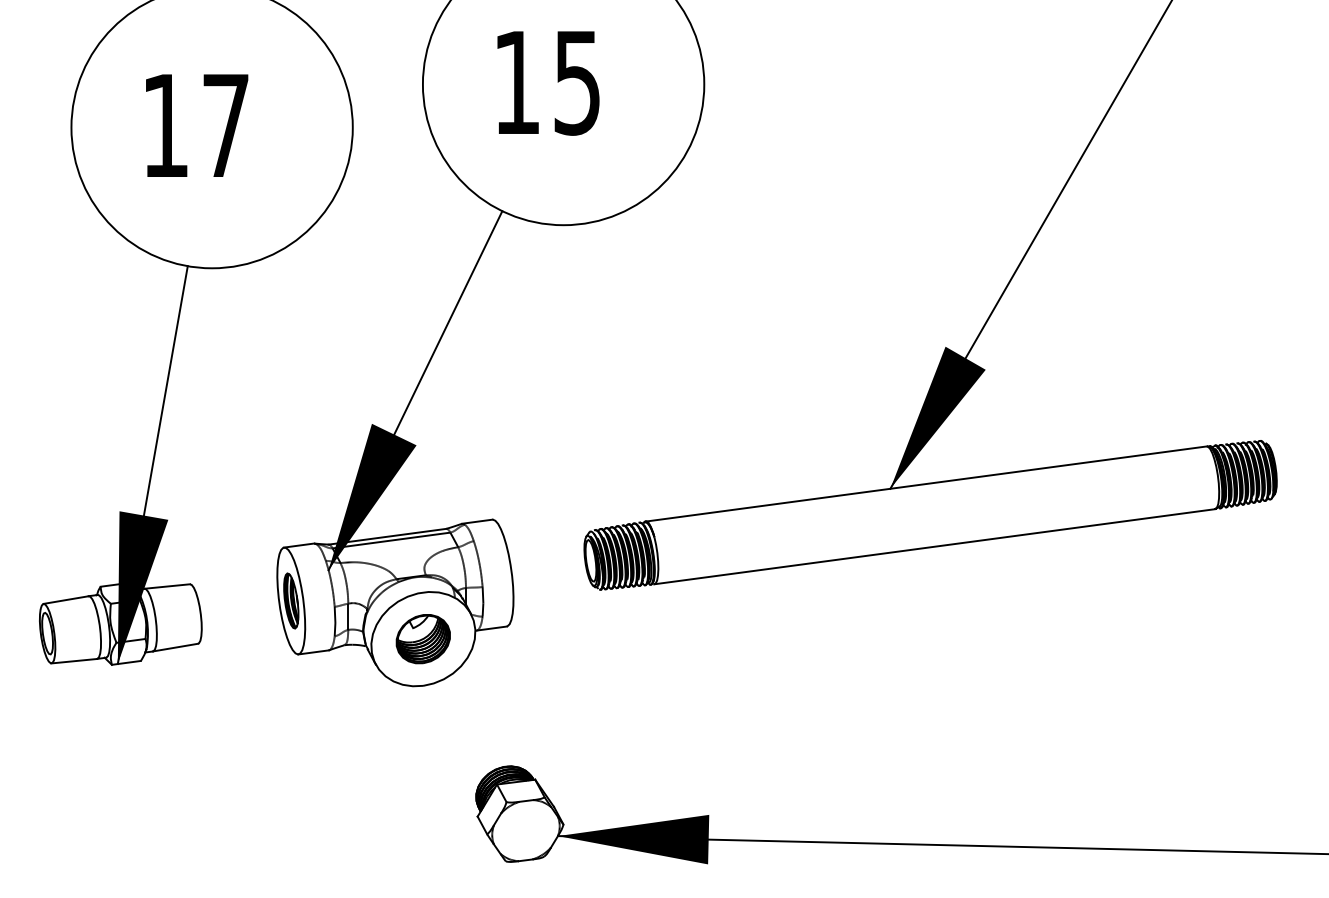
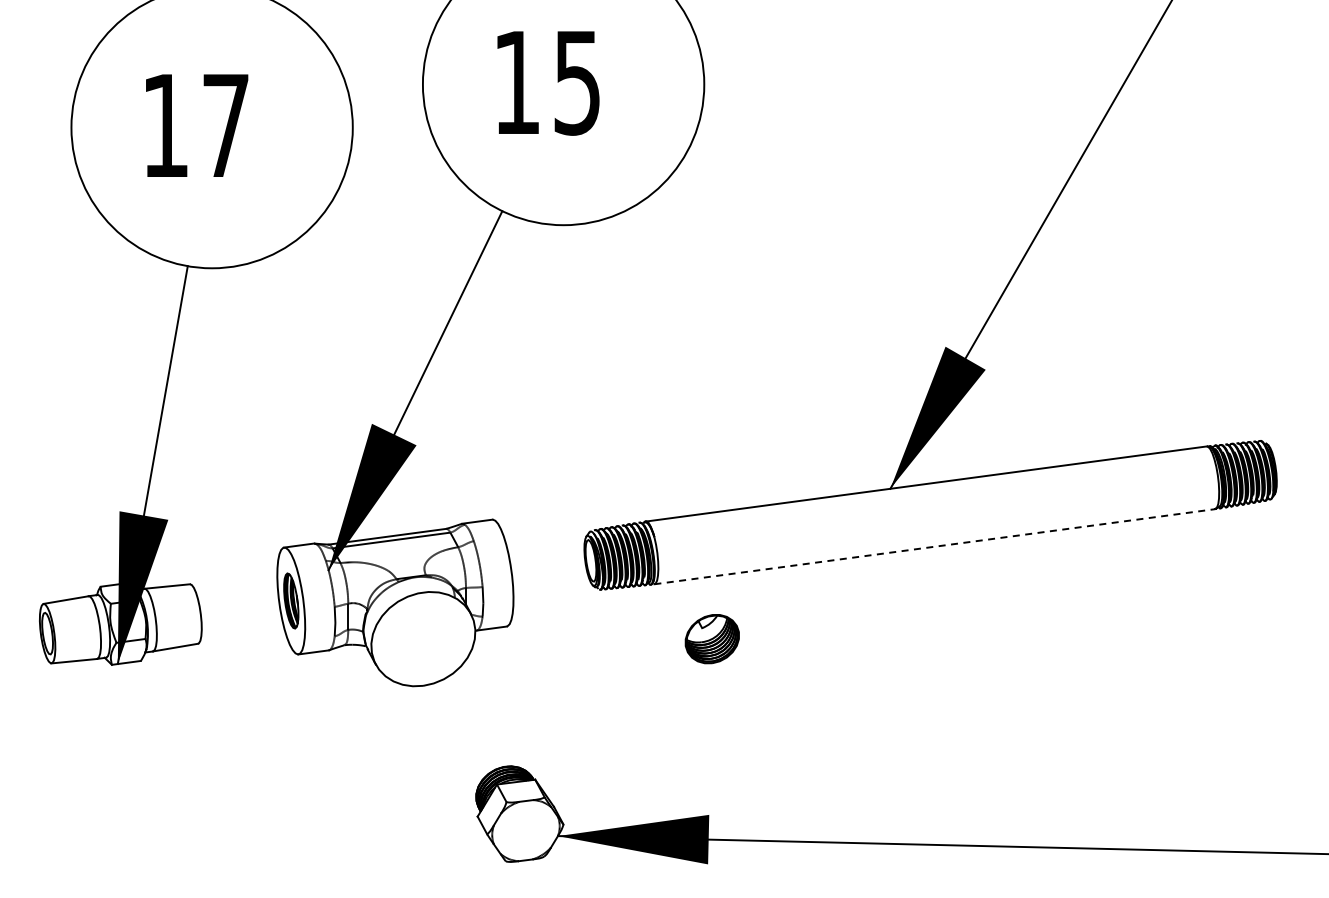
line at (934, 546): solid -> dashed
part at (422, 639) position: (422, 639) -> (711, 639)
